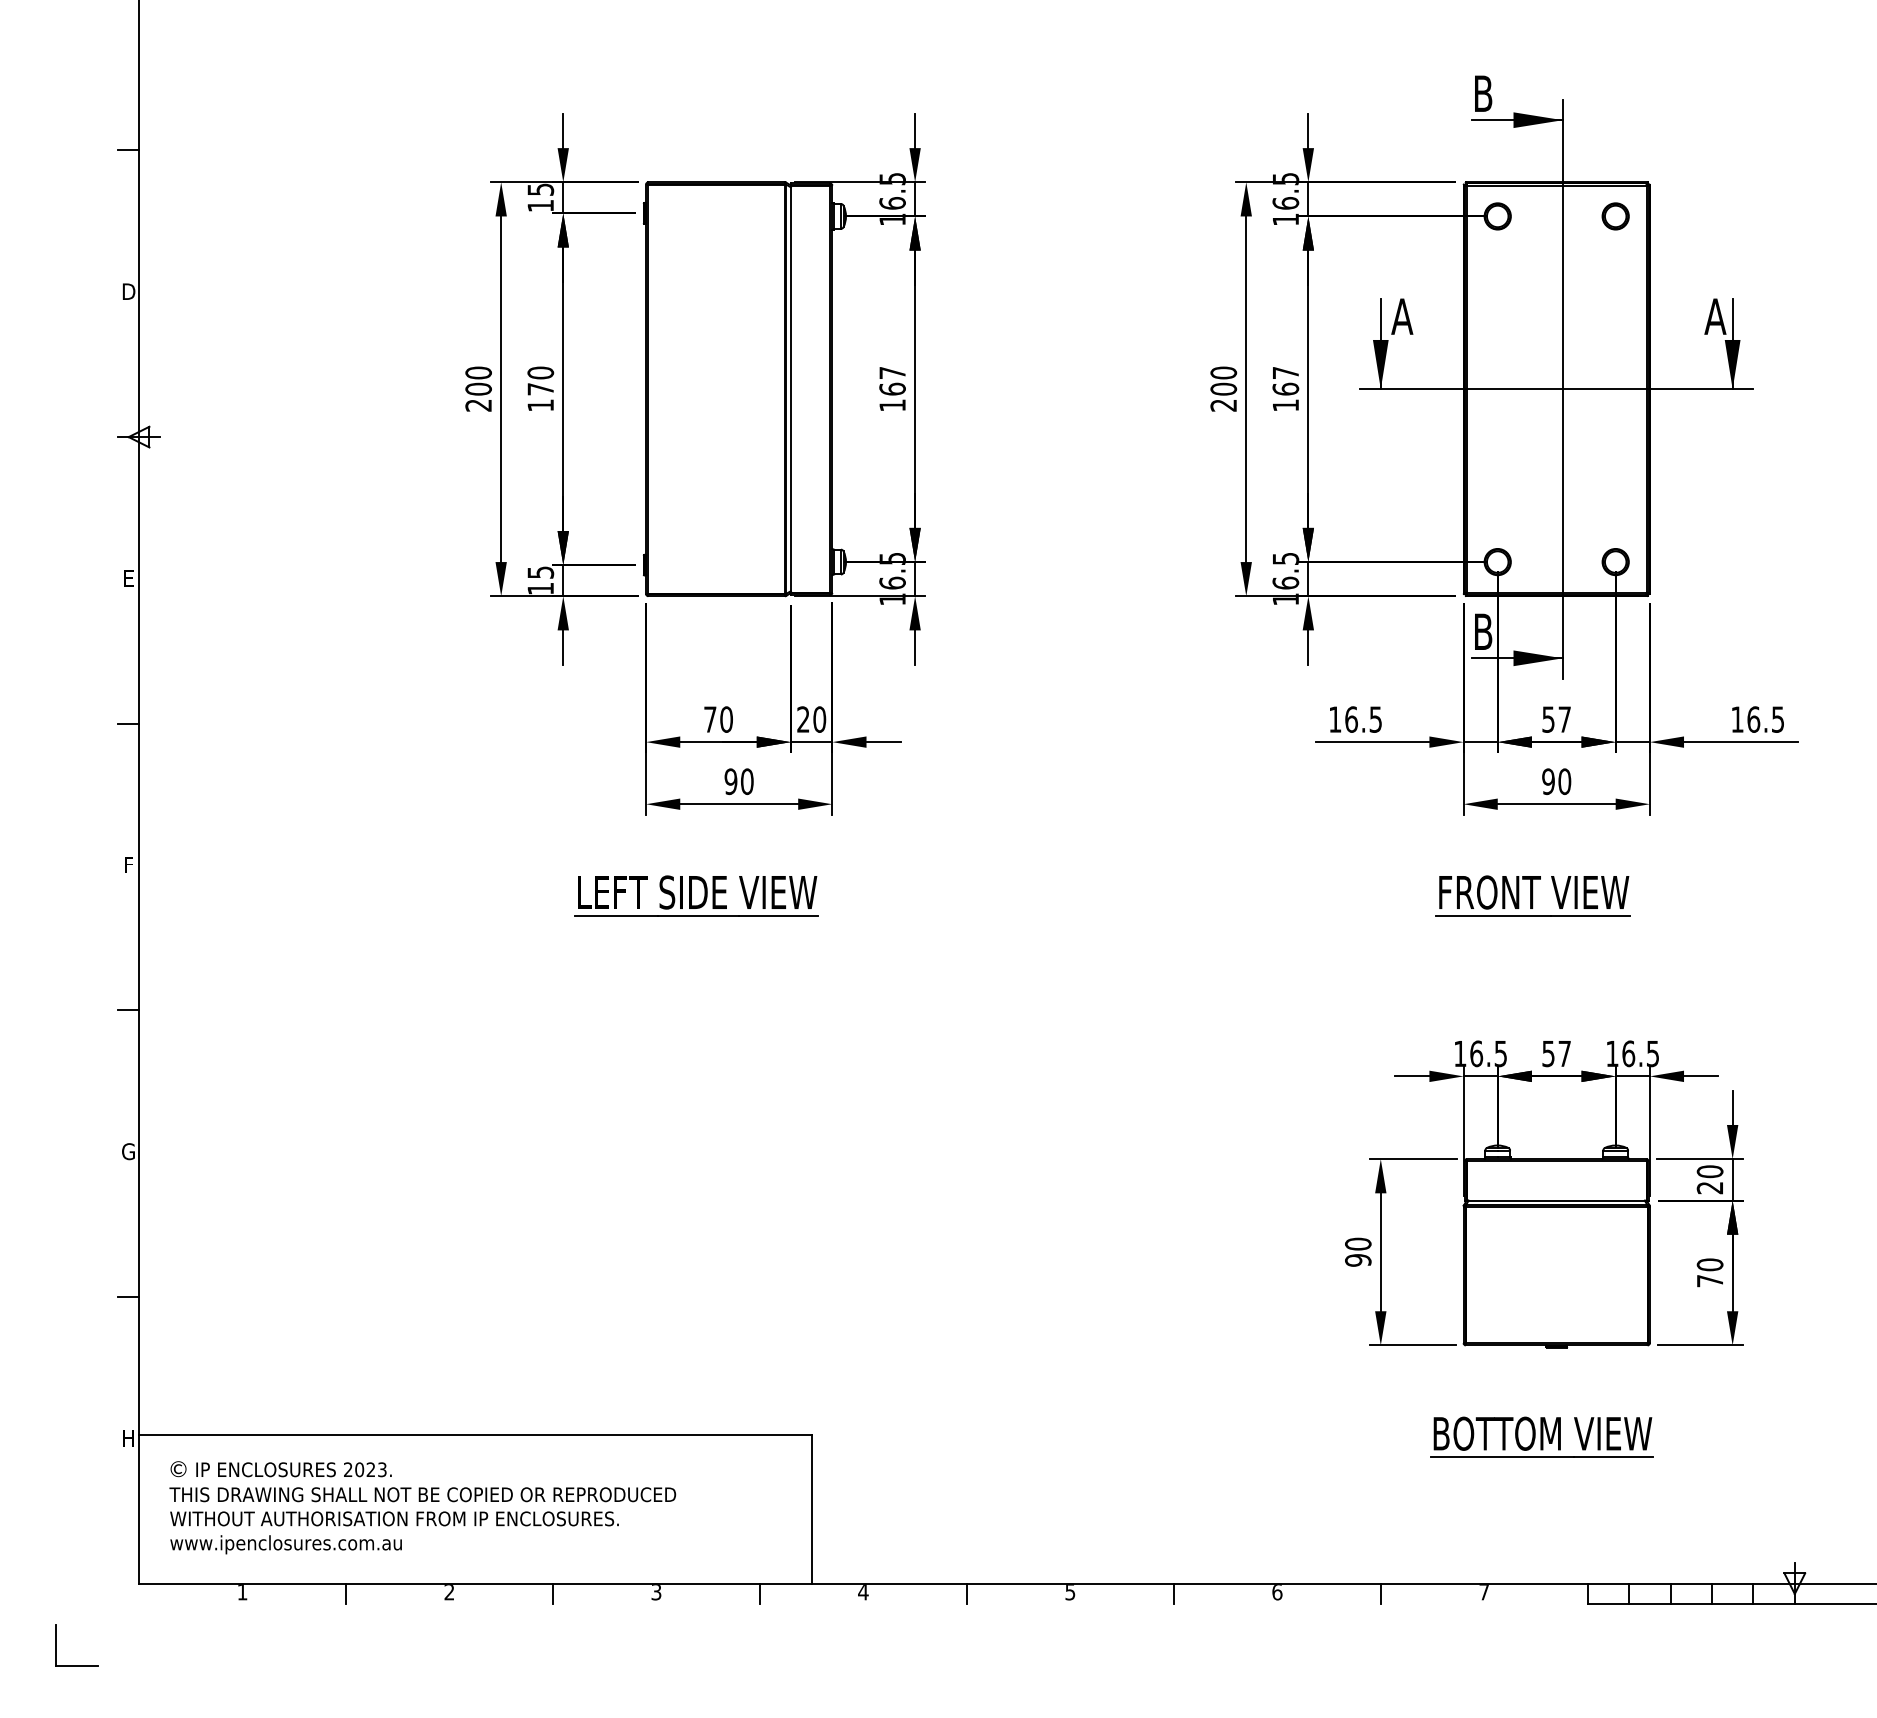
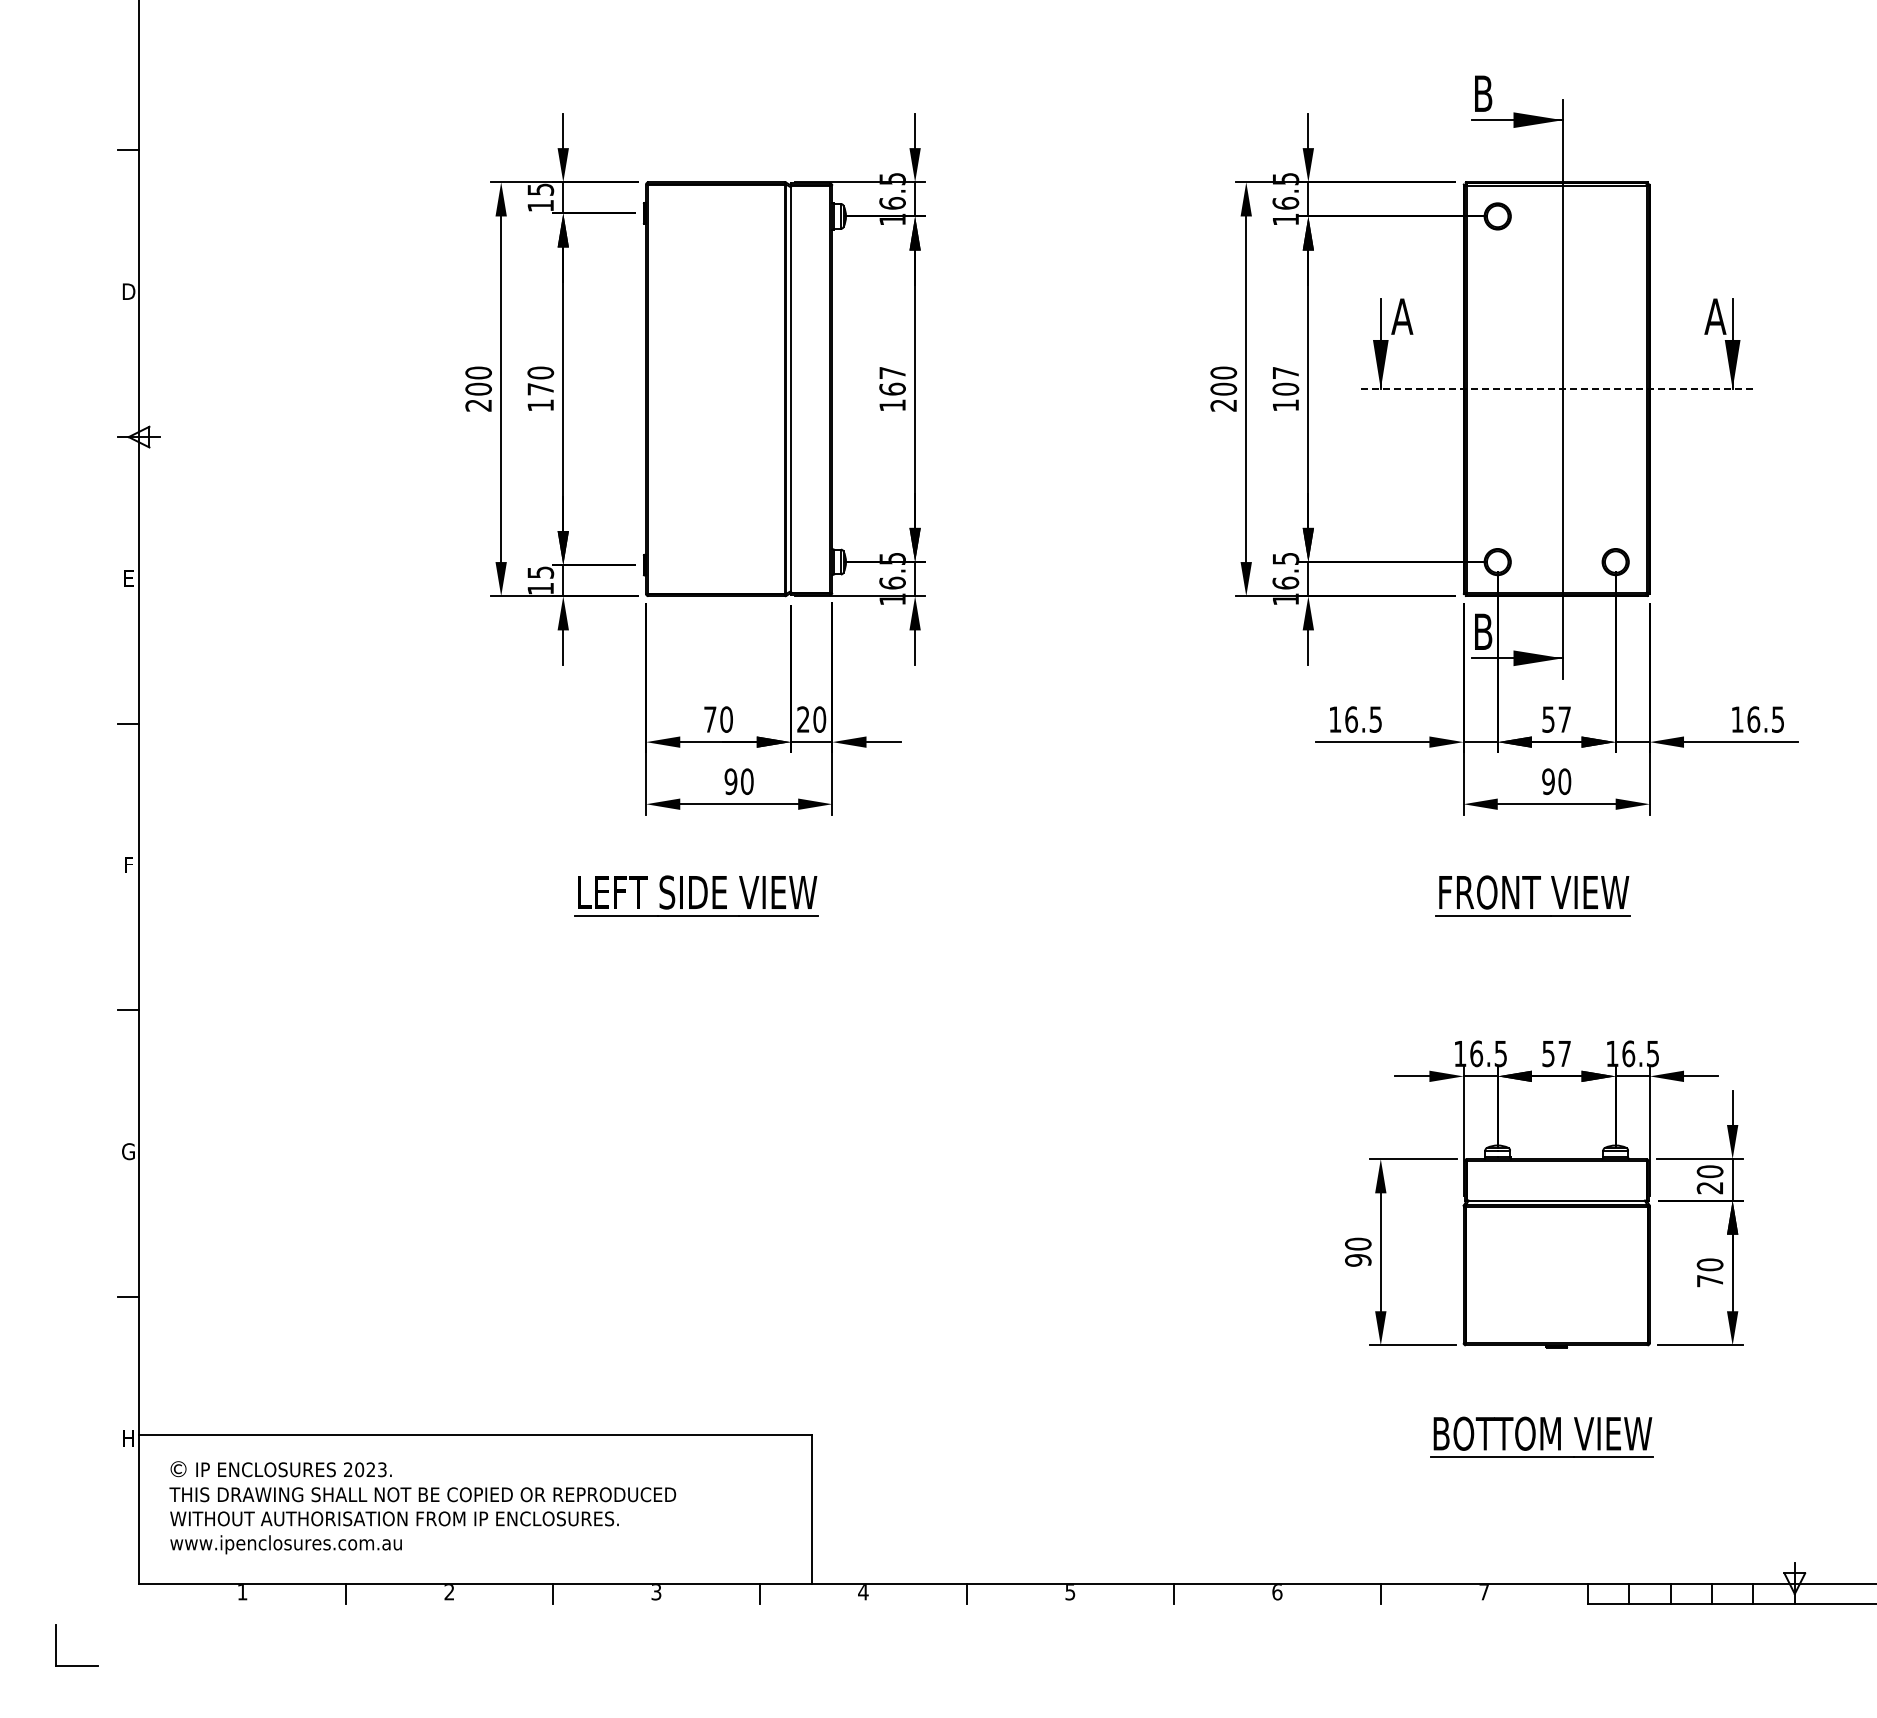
part at (1615, 216): present -> none
text at (1285, 388): 167 -> 107
line at (1556, 389): solid -> dashed
